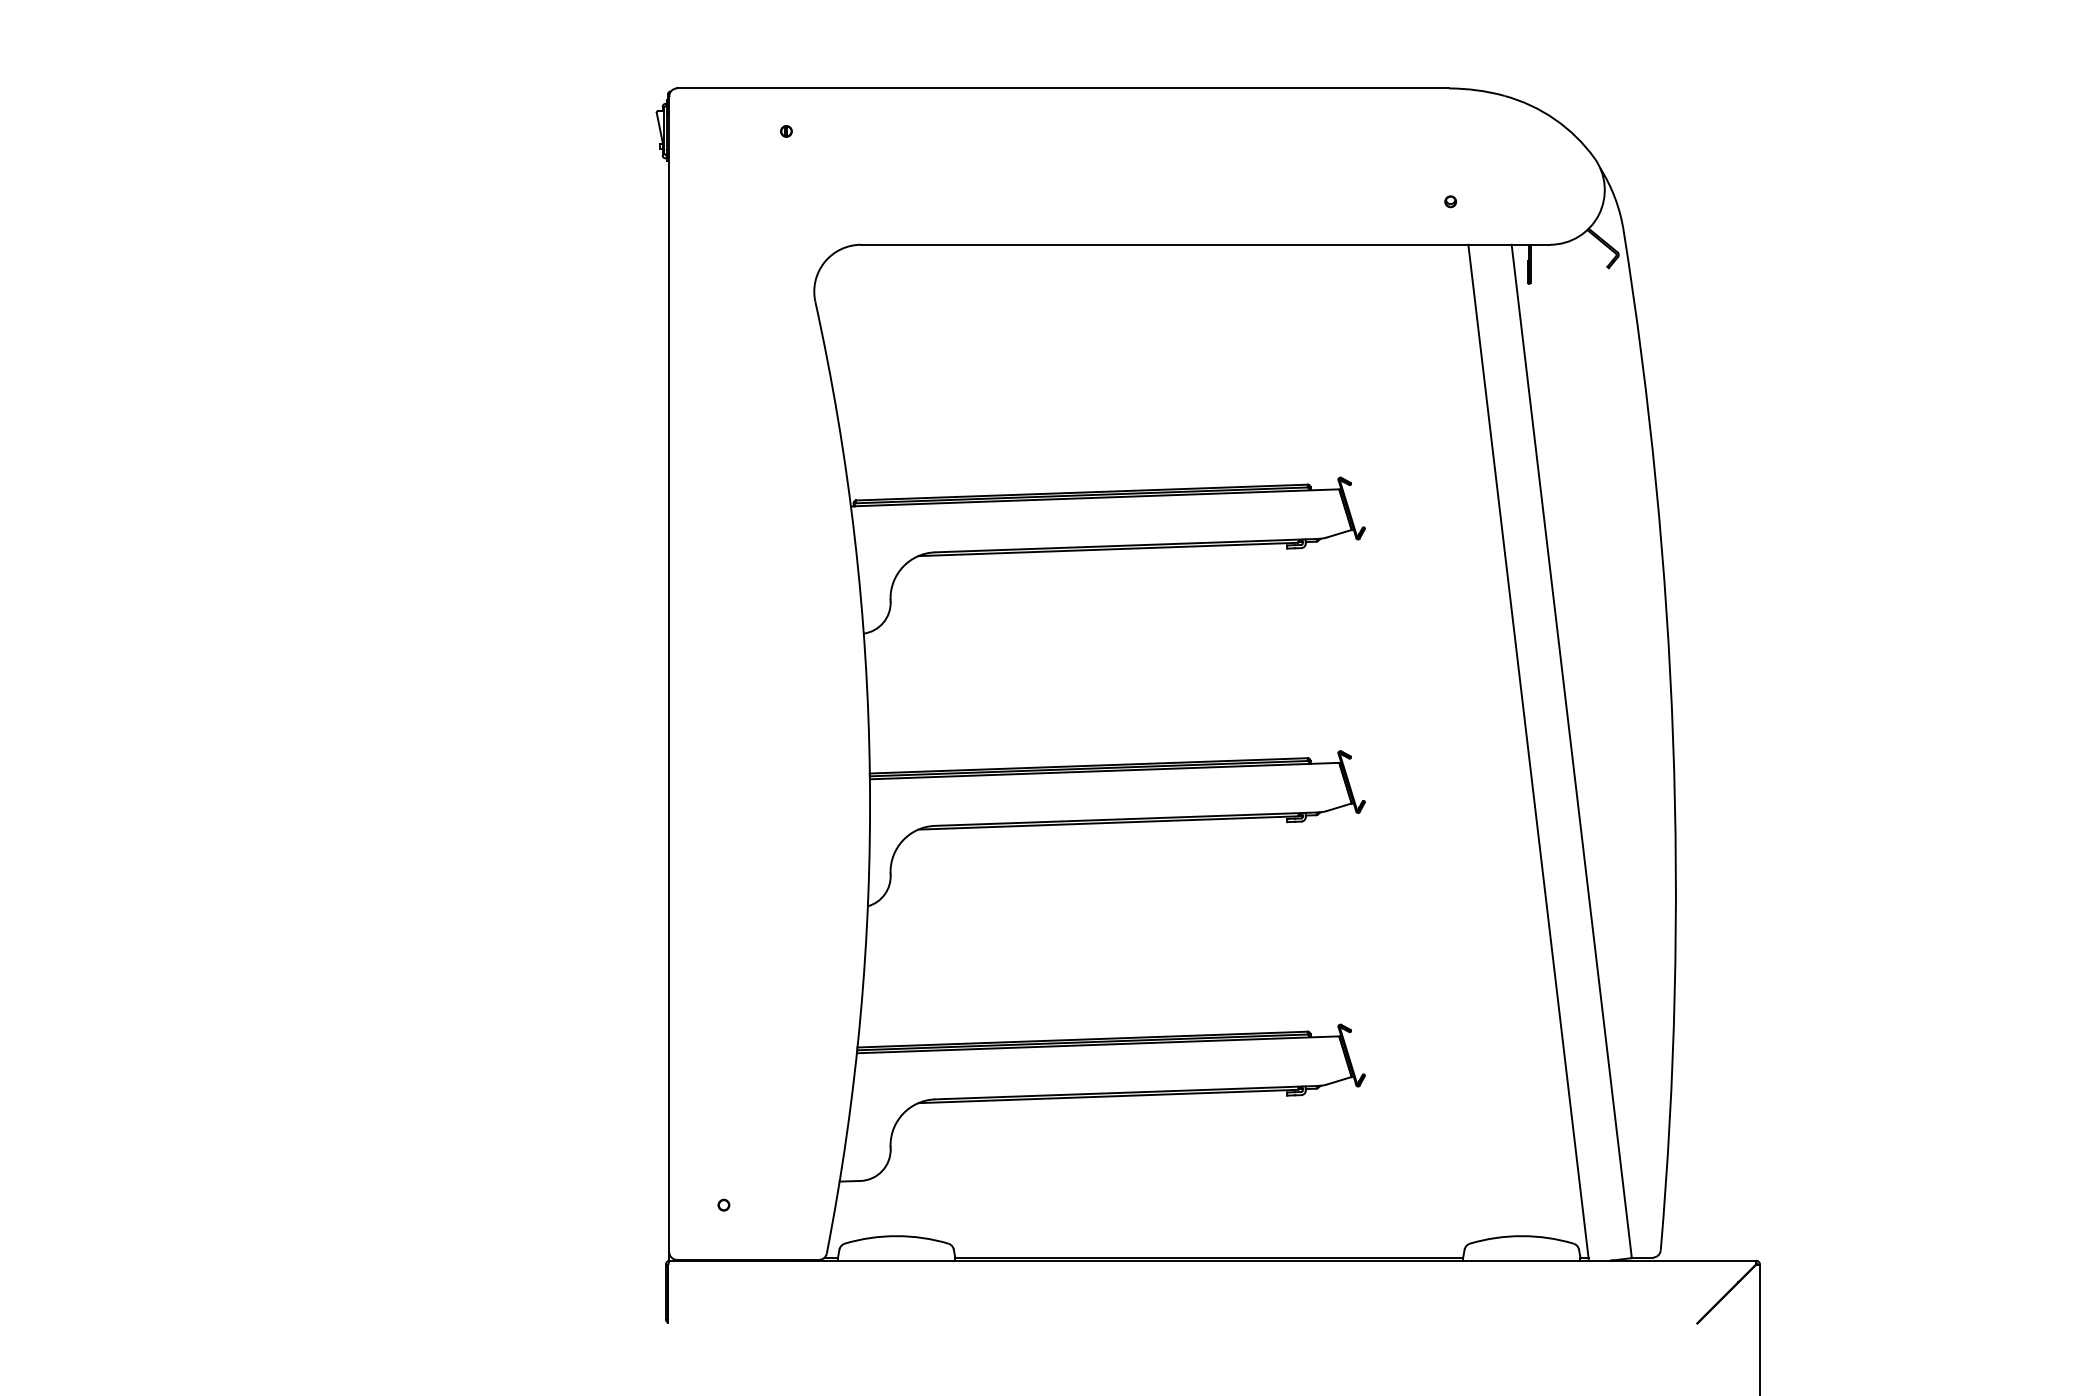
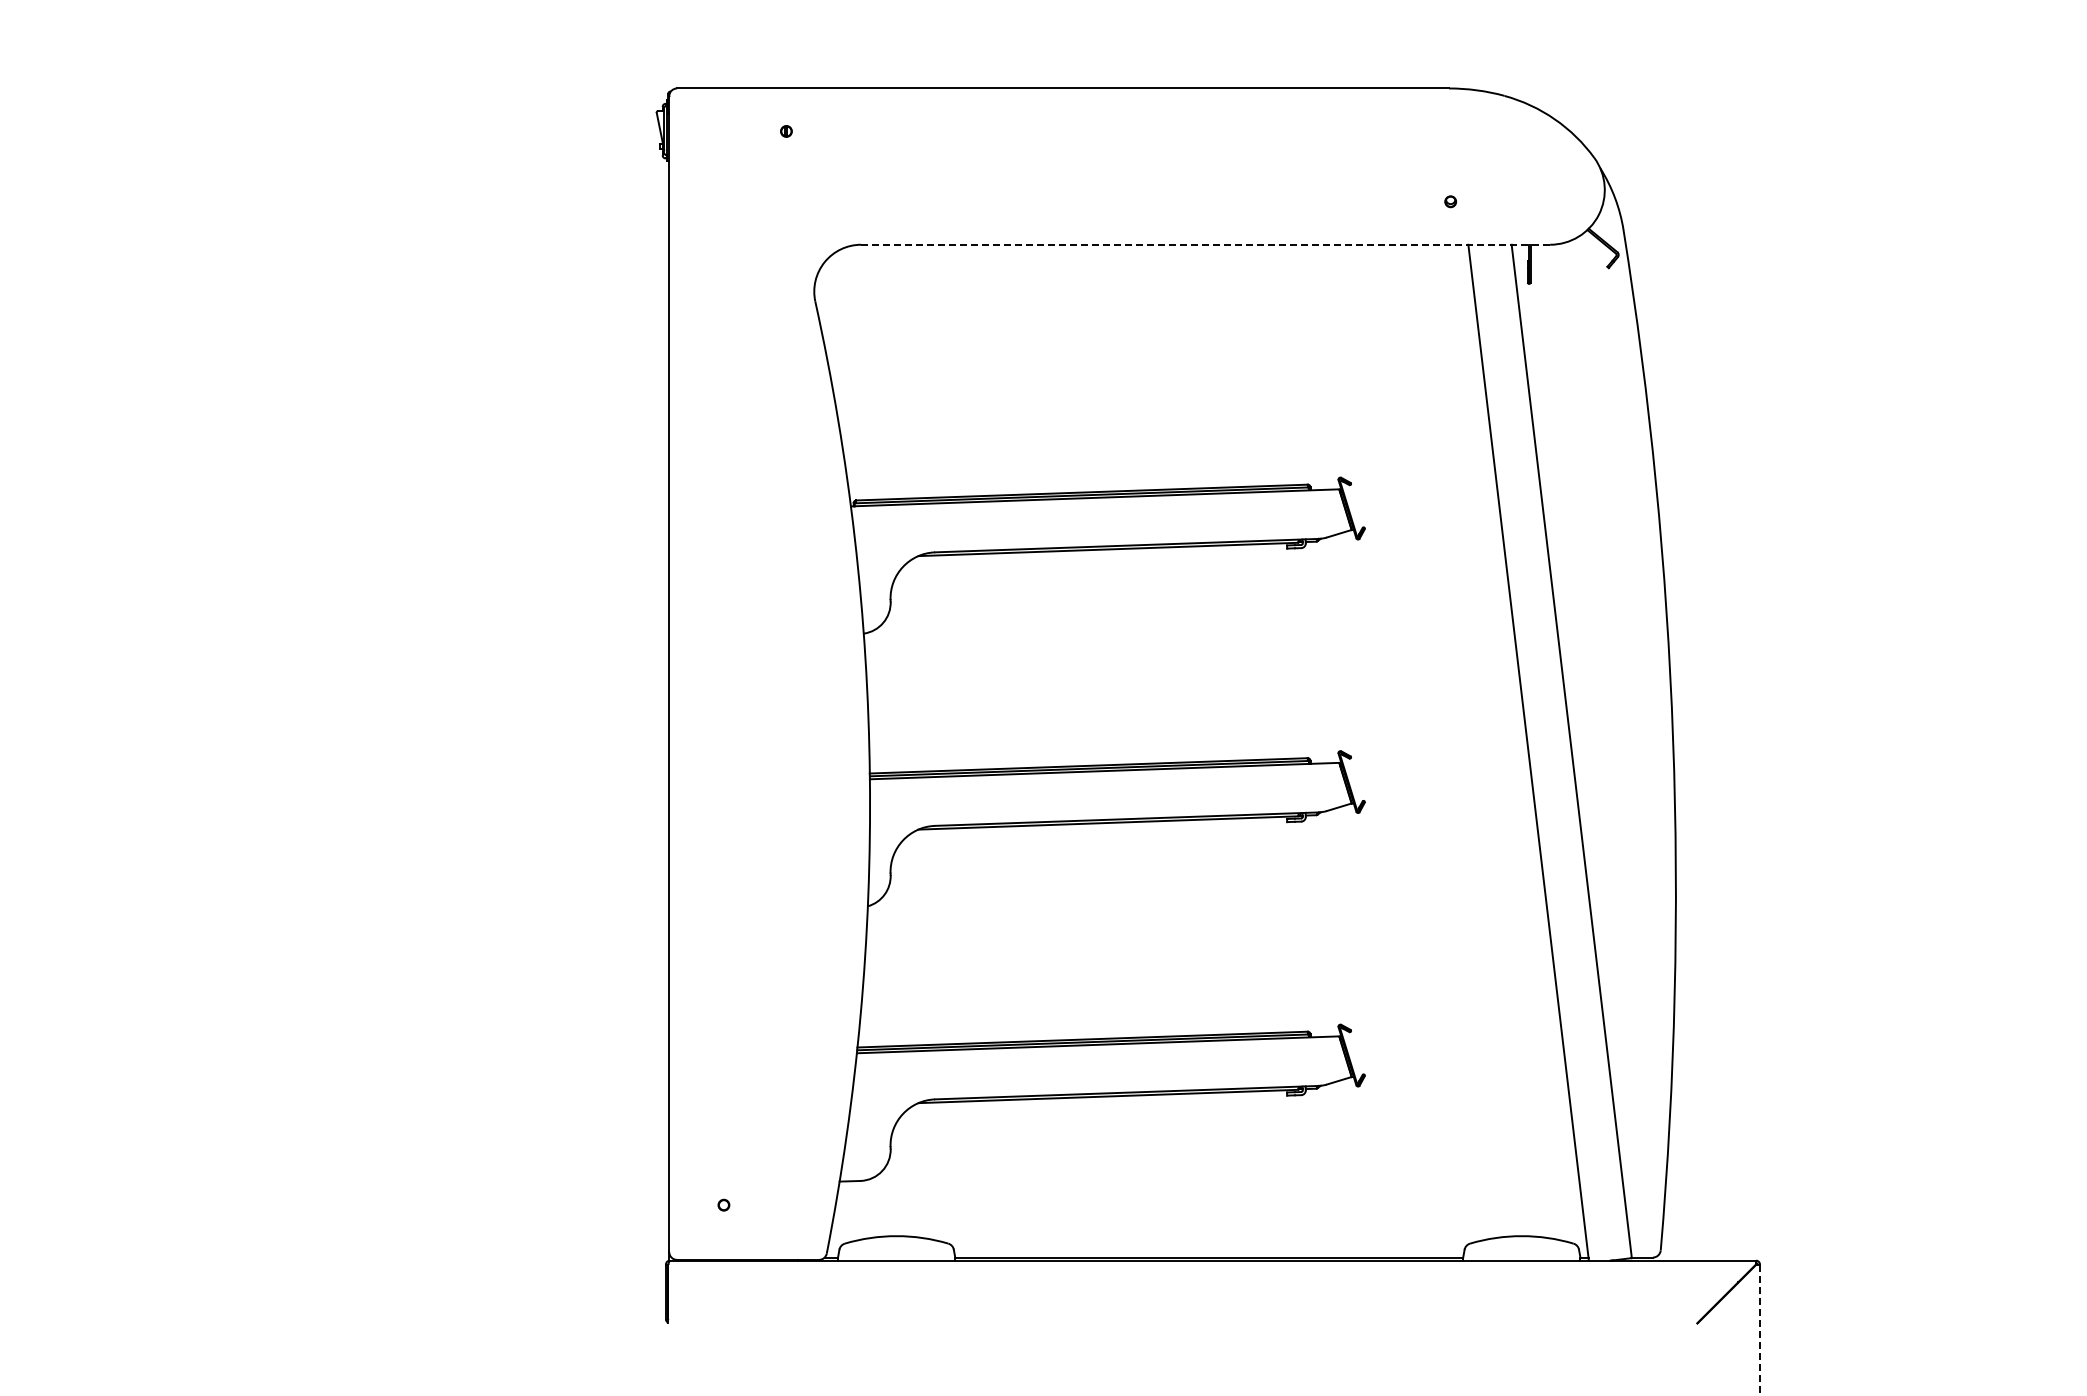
line at (1205, 244): solid -> dashed
line at (1760, 1330): solid -> dashed
